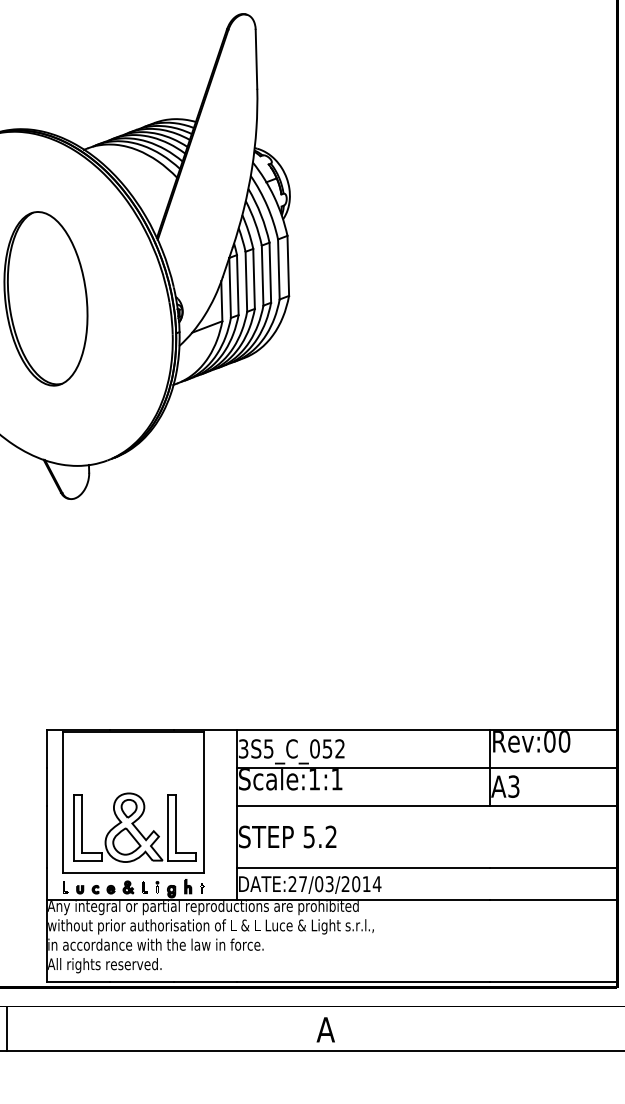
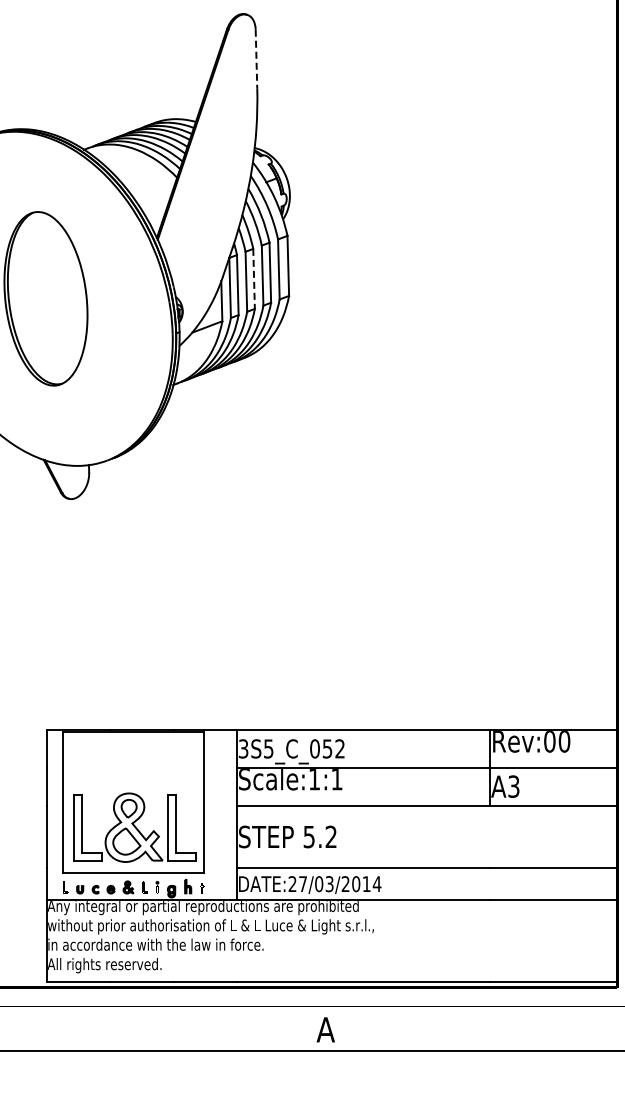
line at (256, 59): solid -> dashed
line at (254, 279): solid -> dashed
line at (7, 1028): present -> none
